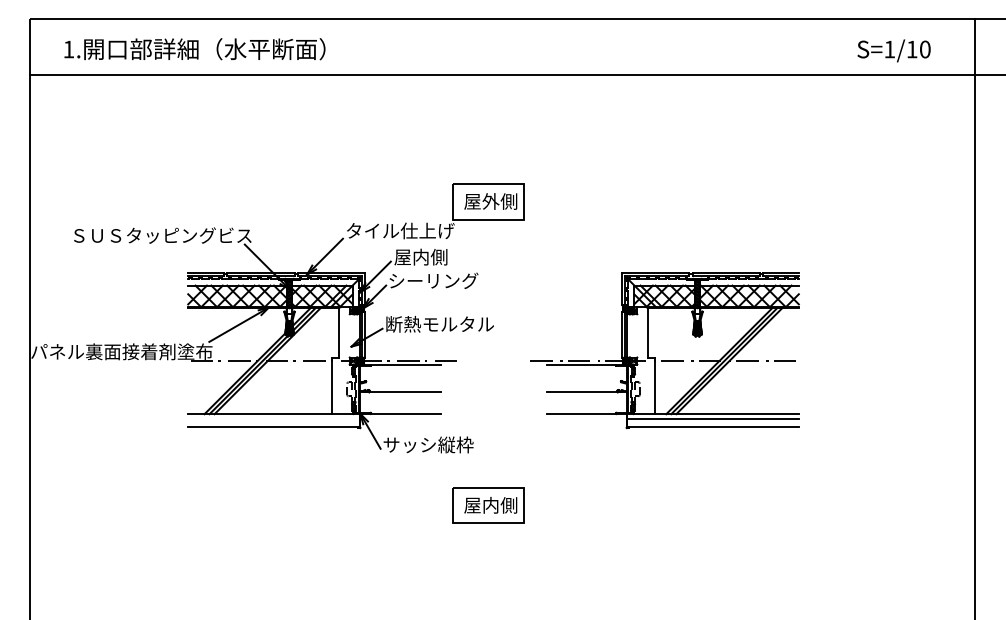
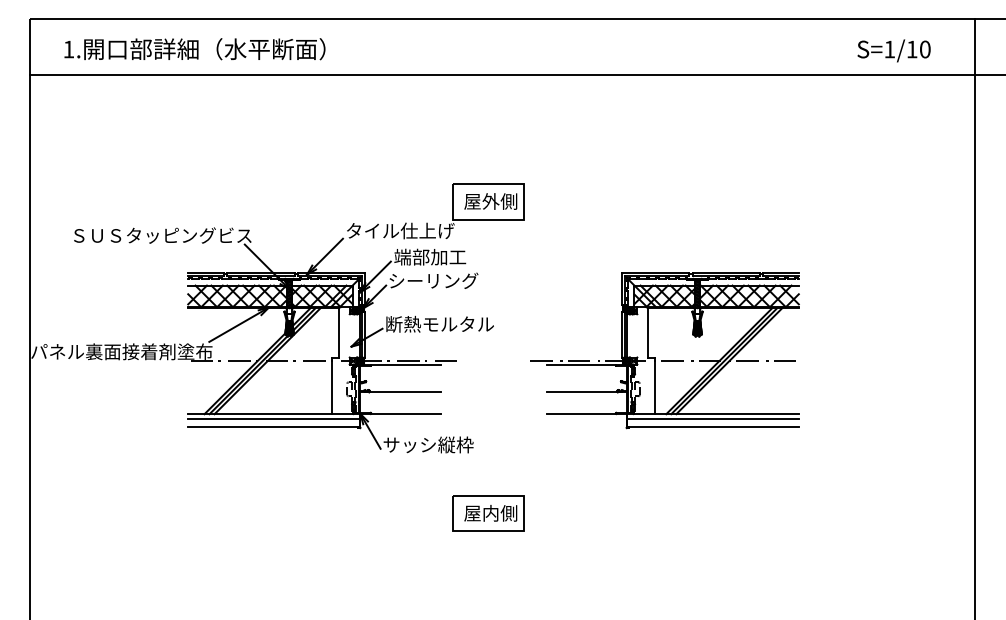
text at (430, 256): 屋内側 -> 端部加工
line at (273, 418): none -> present
part at (488, 505) position: (488, 505) -> (488, 513)
